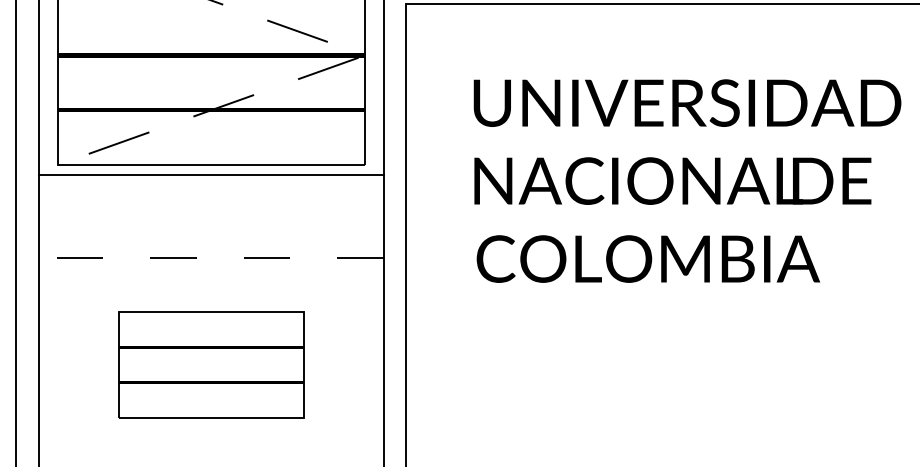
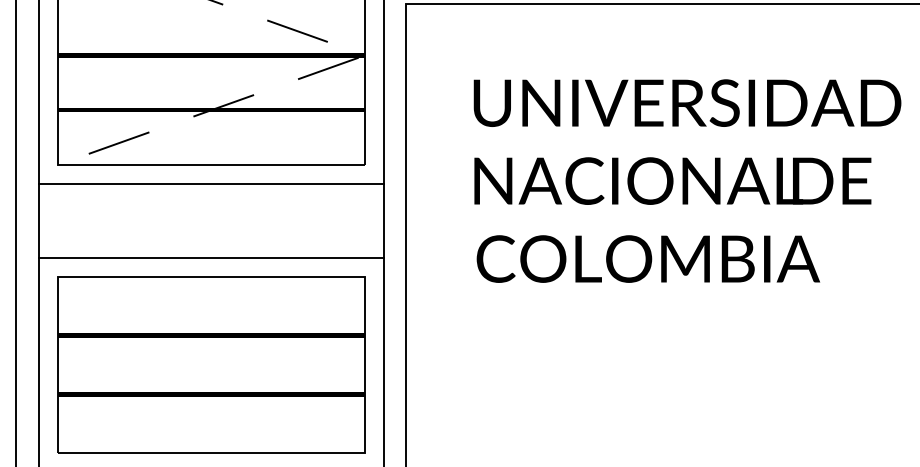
line at (211, 174) position: (211, 174) -> (211, 183)
line at (211, 258): dashed -> solid
part at (211, 364) size: 187x108 px -> 309x178 px
